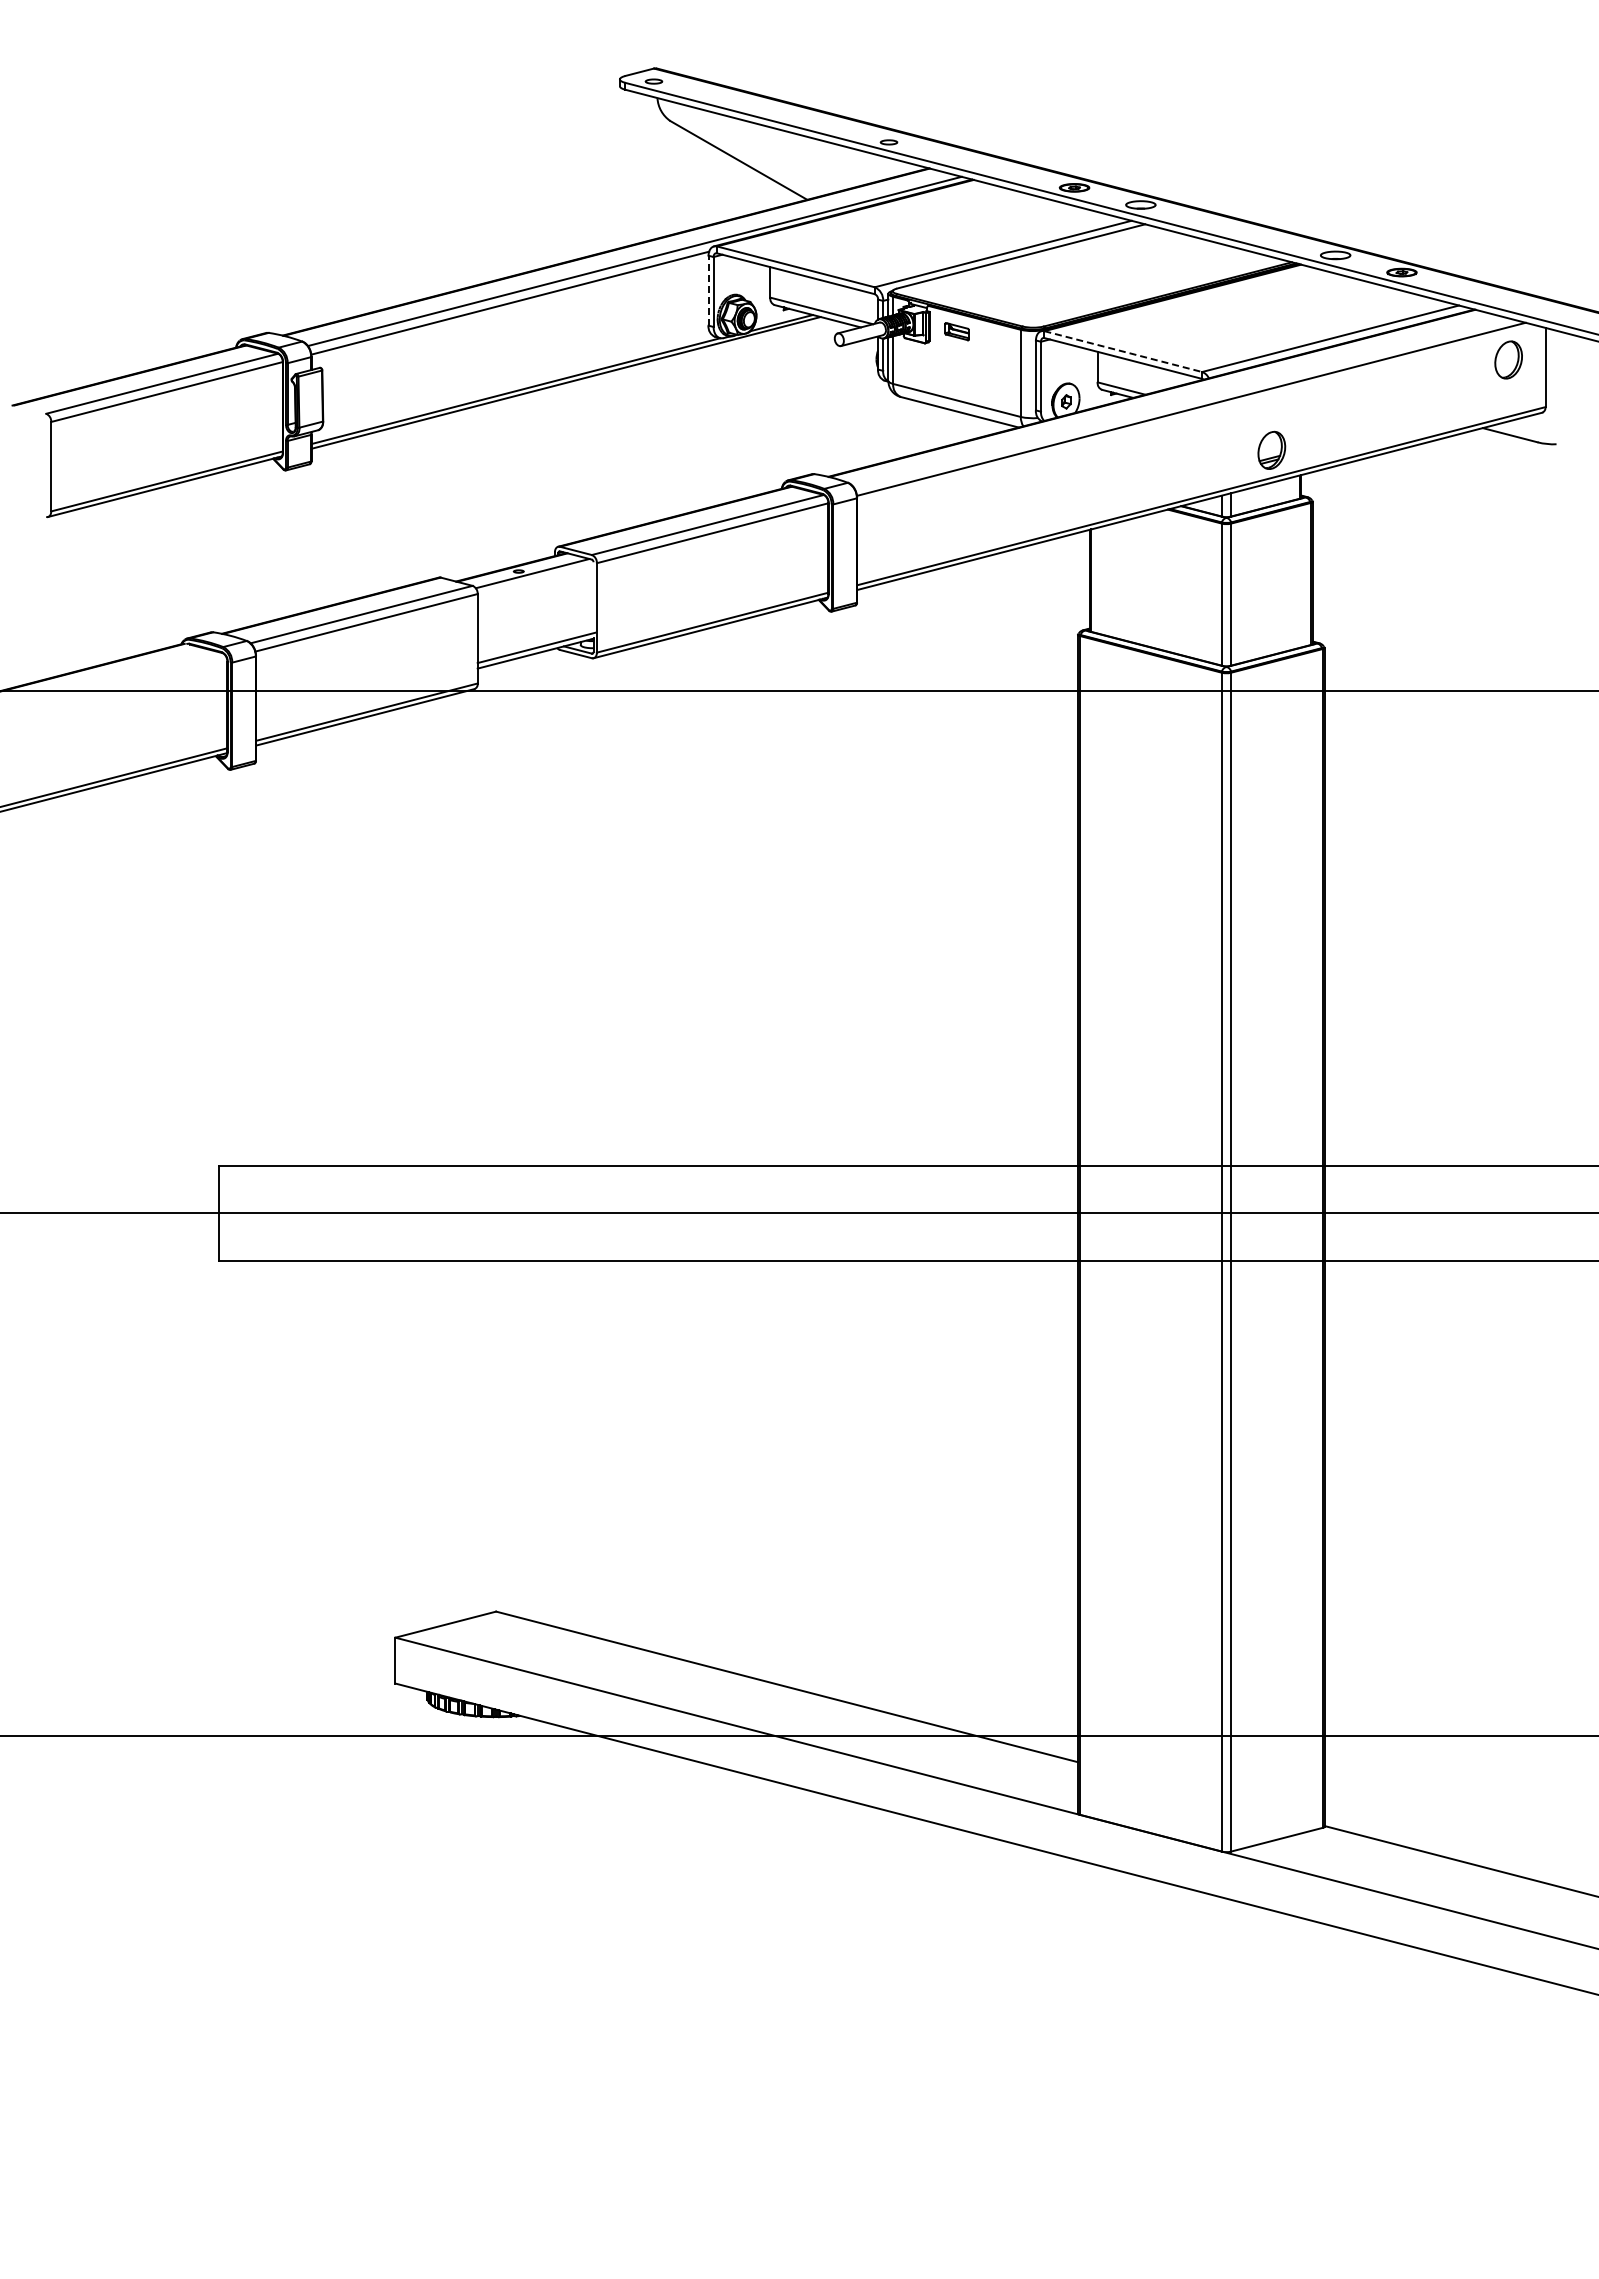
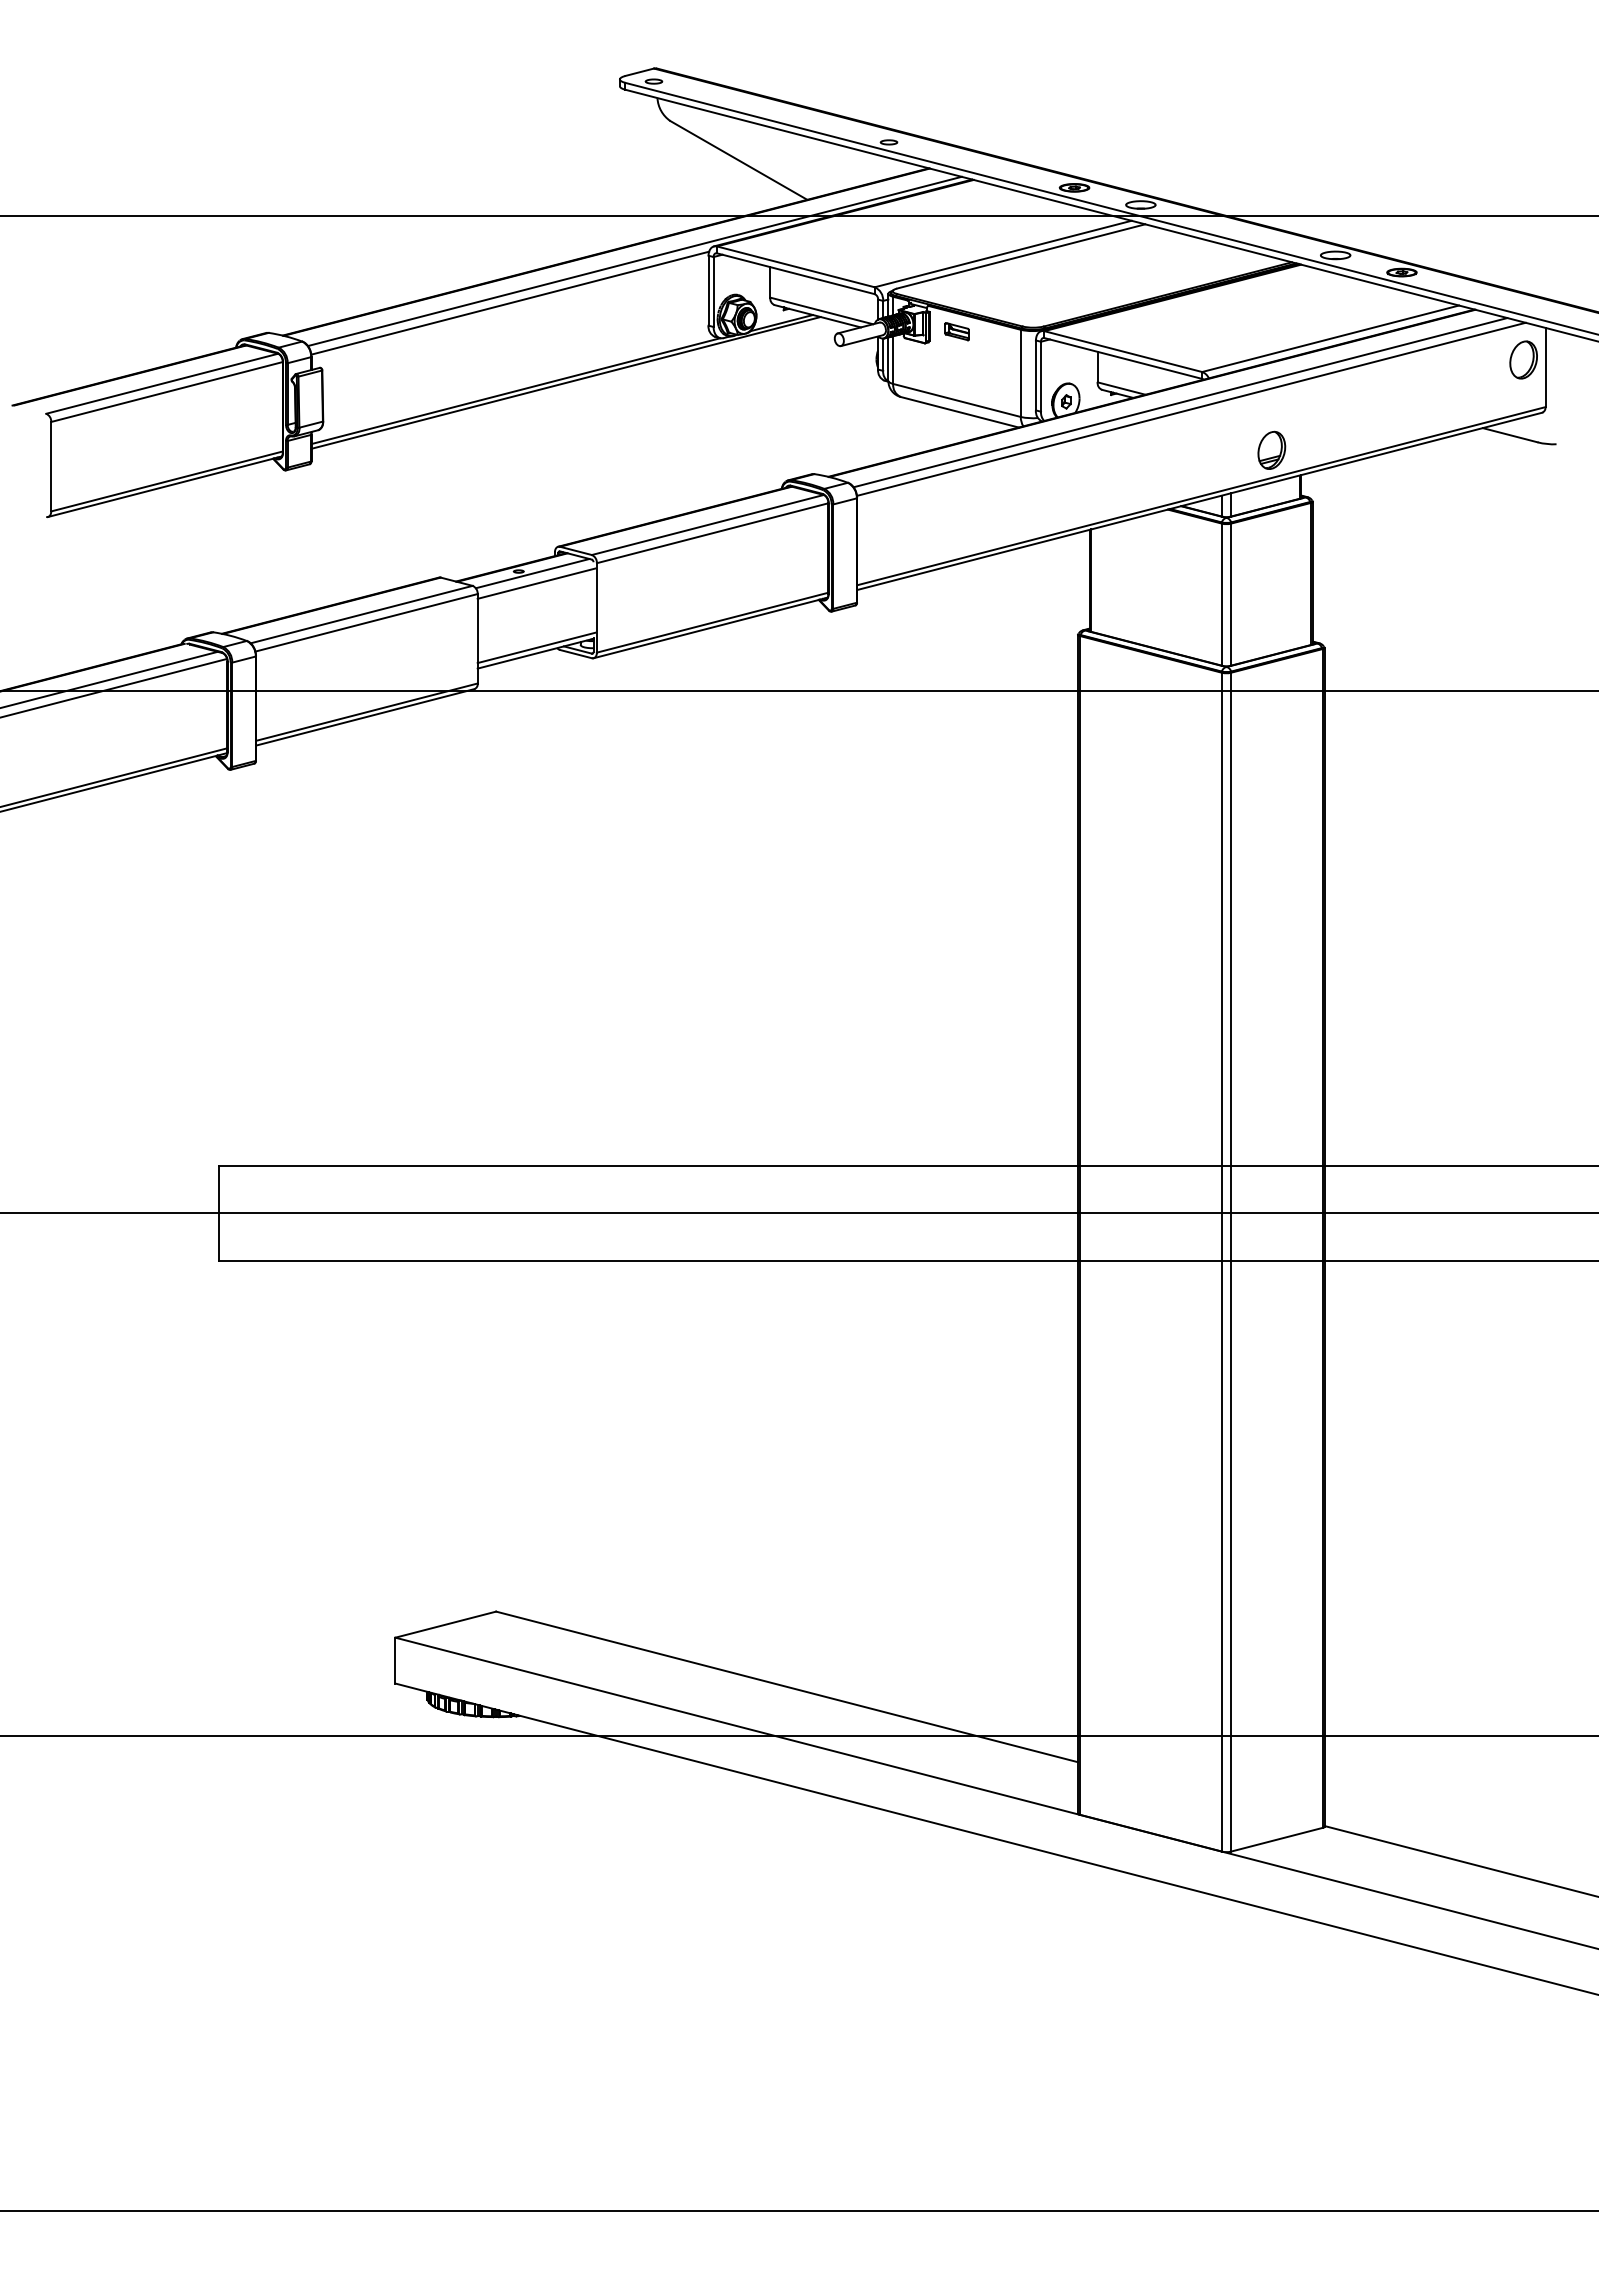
line at (798, 216): none -> present
line at (708, 290): dashed -> solid
line at (1123, 351): dashed -> solid
part at (1508, 359) position: (1508, 359) -> (1523, 359)
line at (1180, 402): none -> present
line at (536, 583): none -> present
line at (109, 679): none -> present
line at (114, 687): none -> present
line at (798, 2210): none -> present
